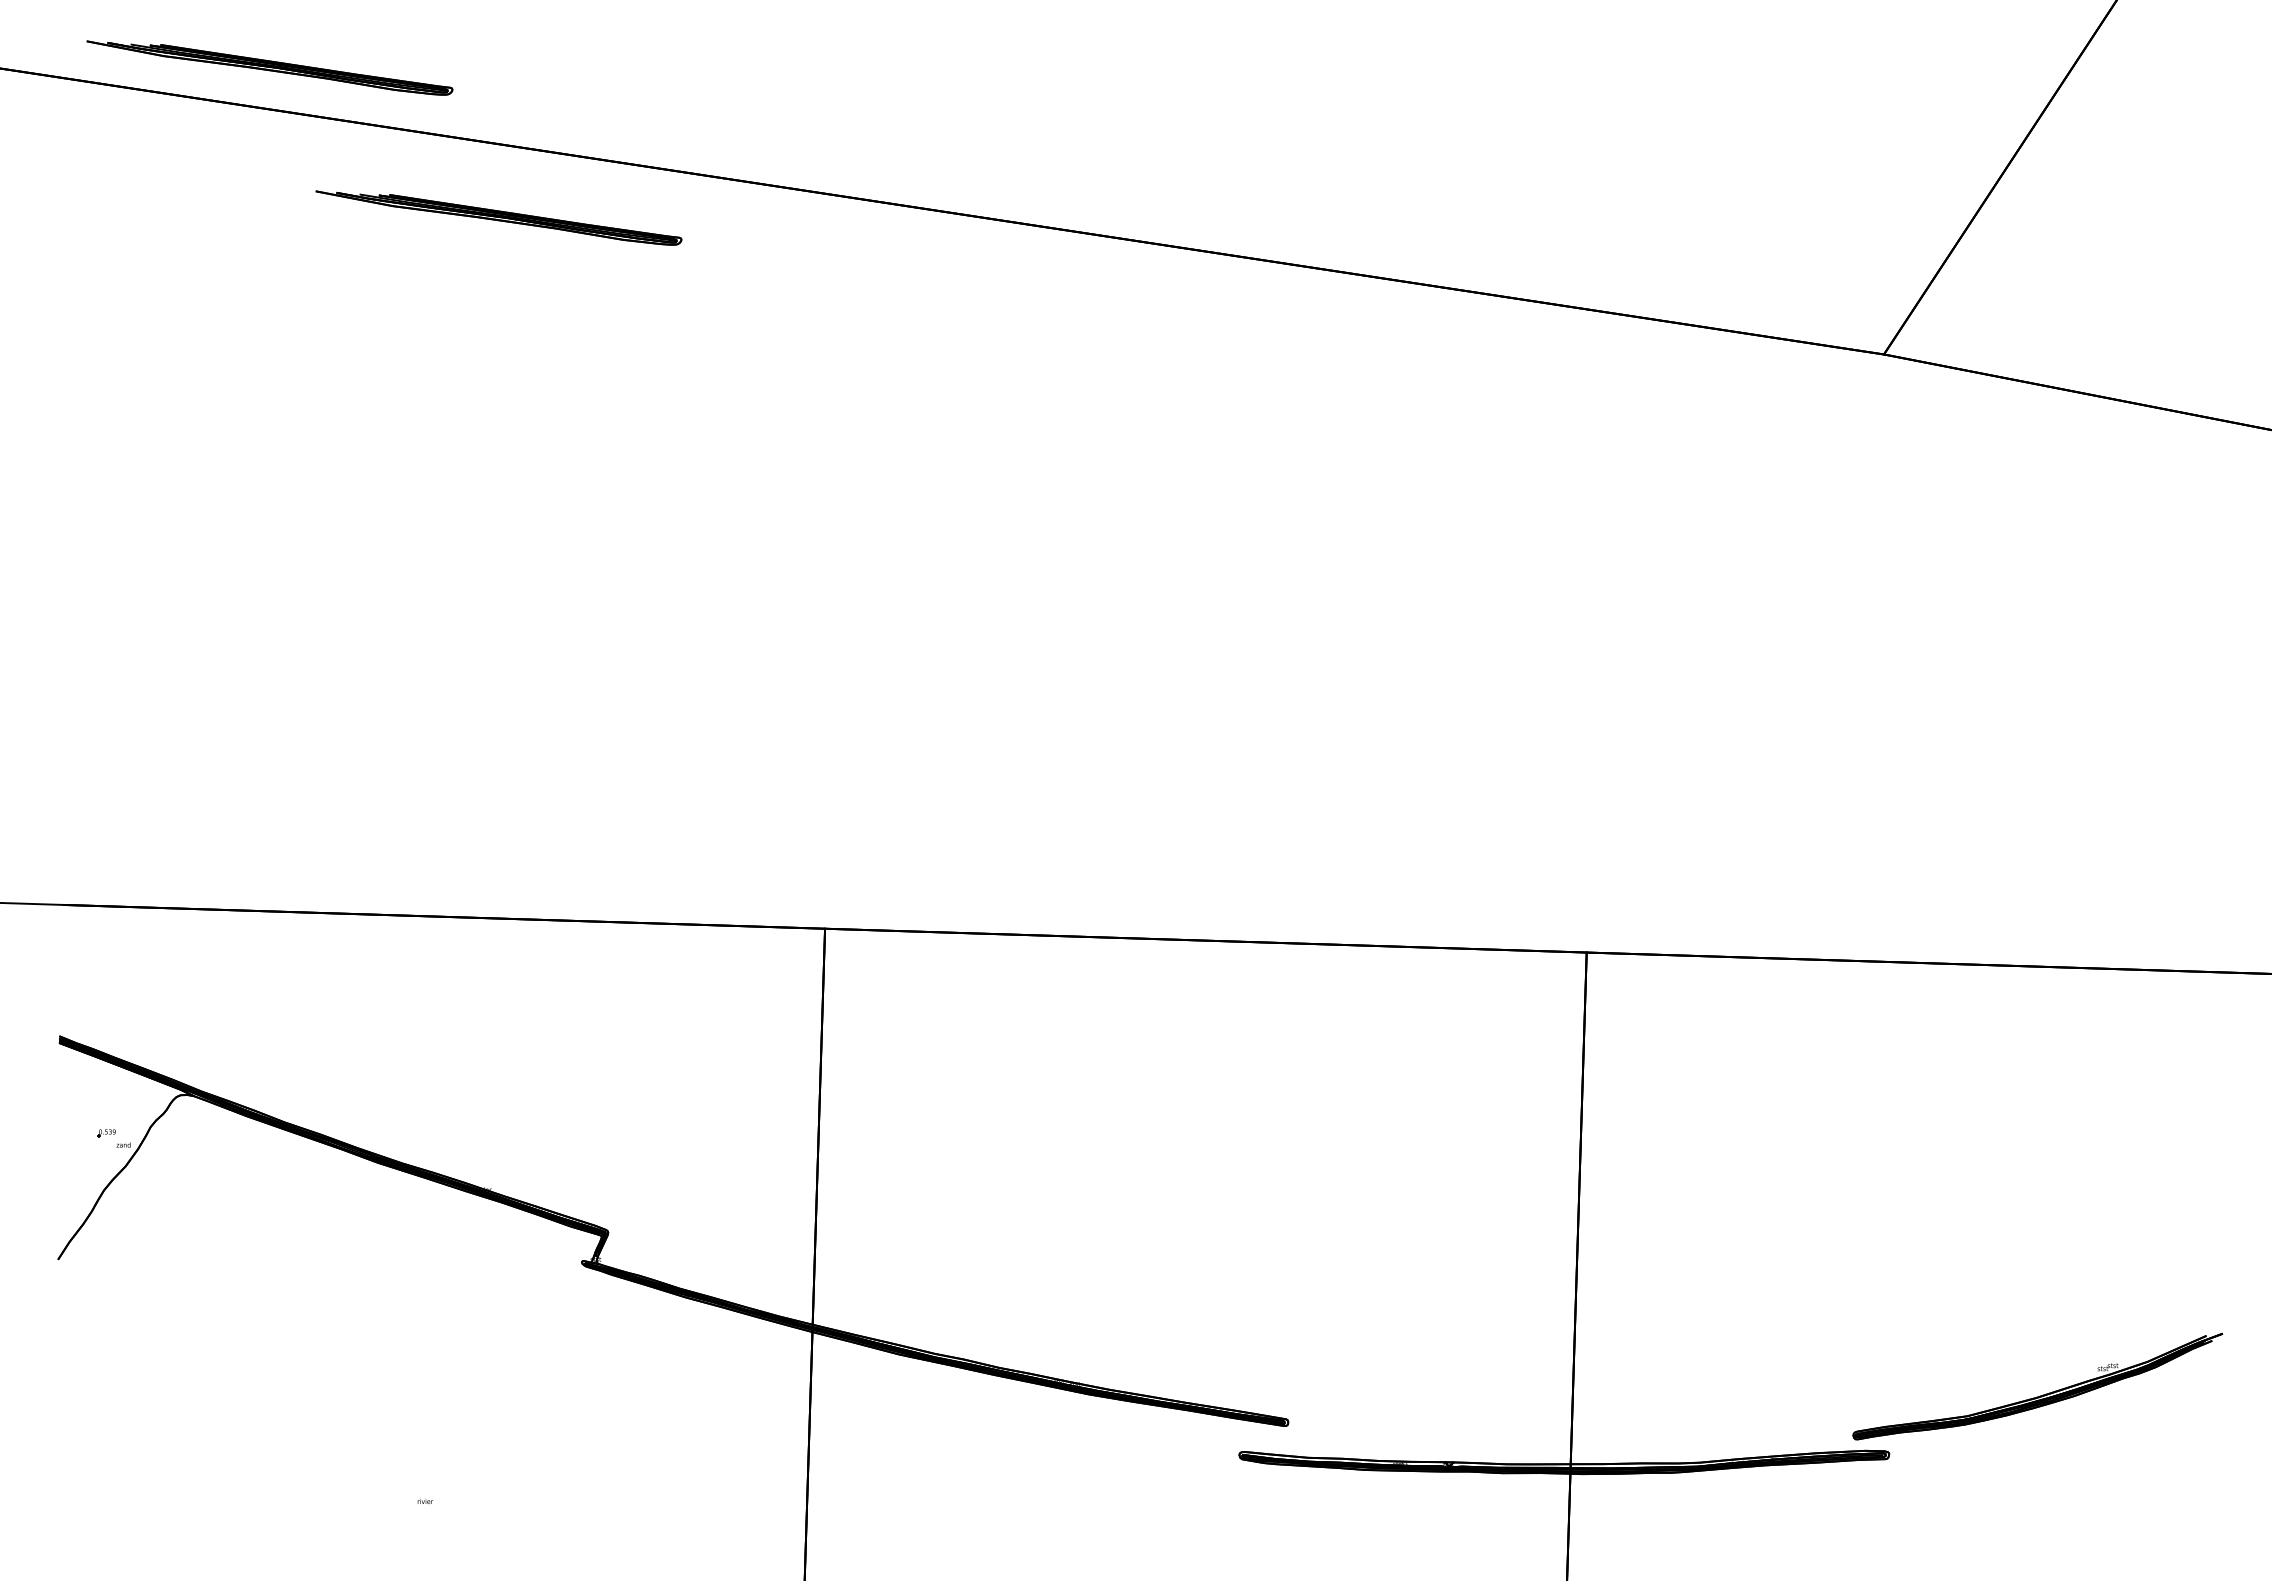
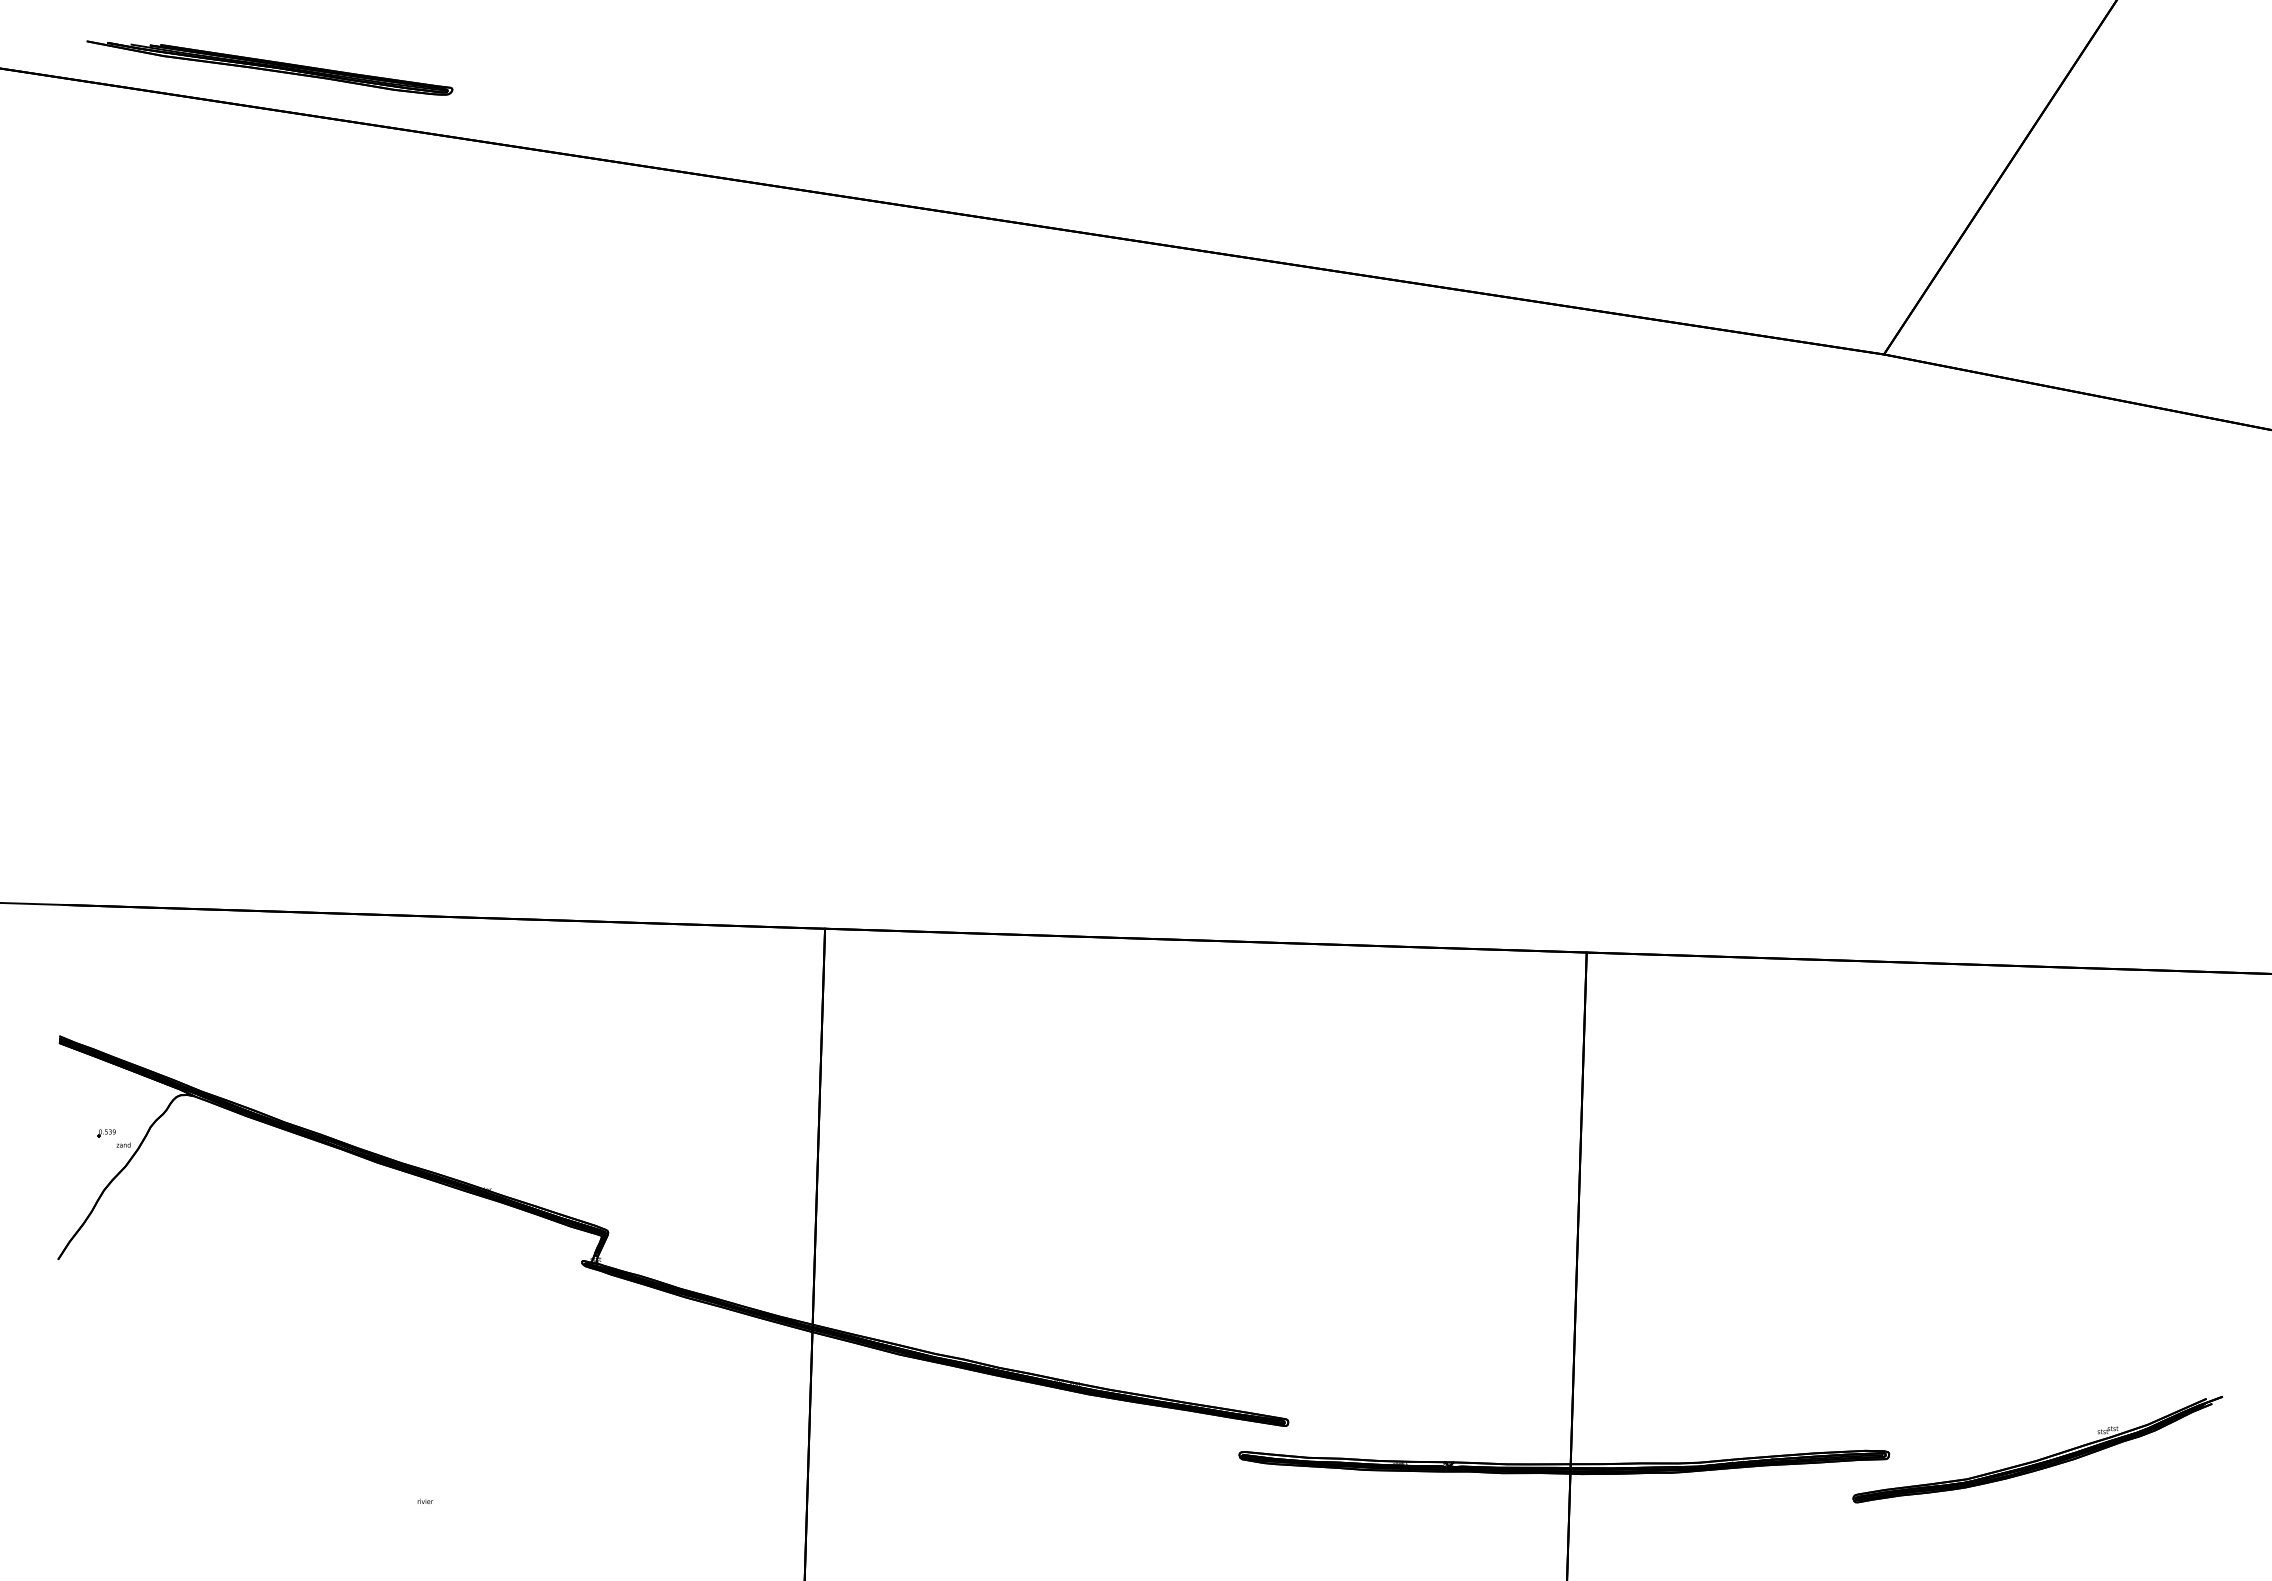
part at (498, 217): present -> none
part at (2040, 1395) position: (2040, 1395) -> (2040, 1458)
